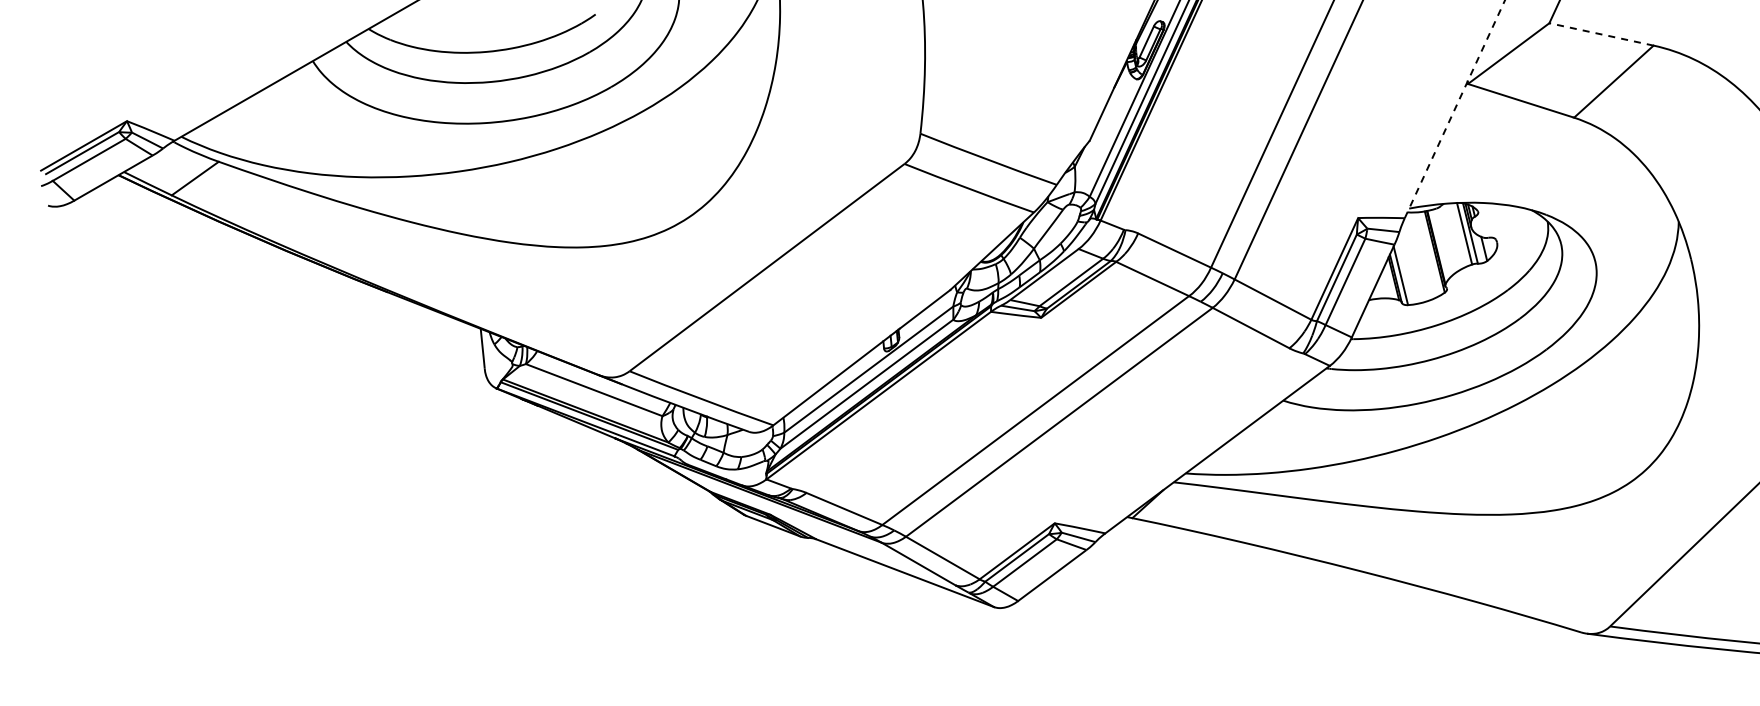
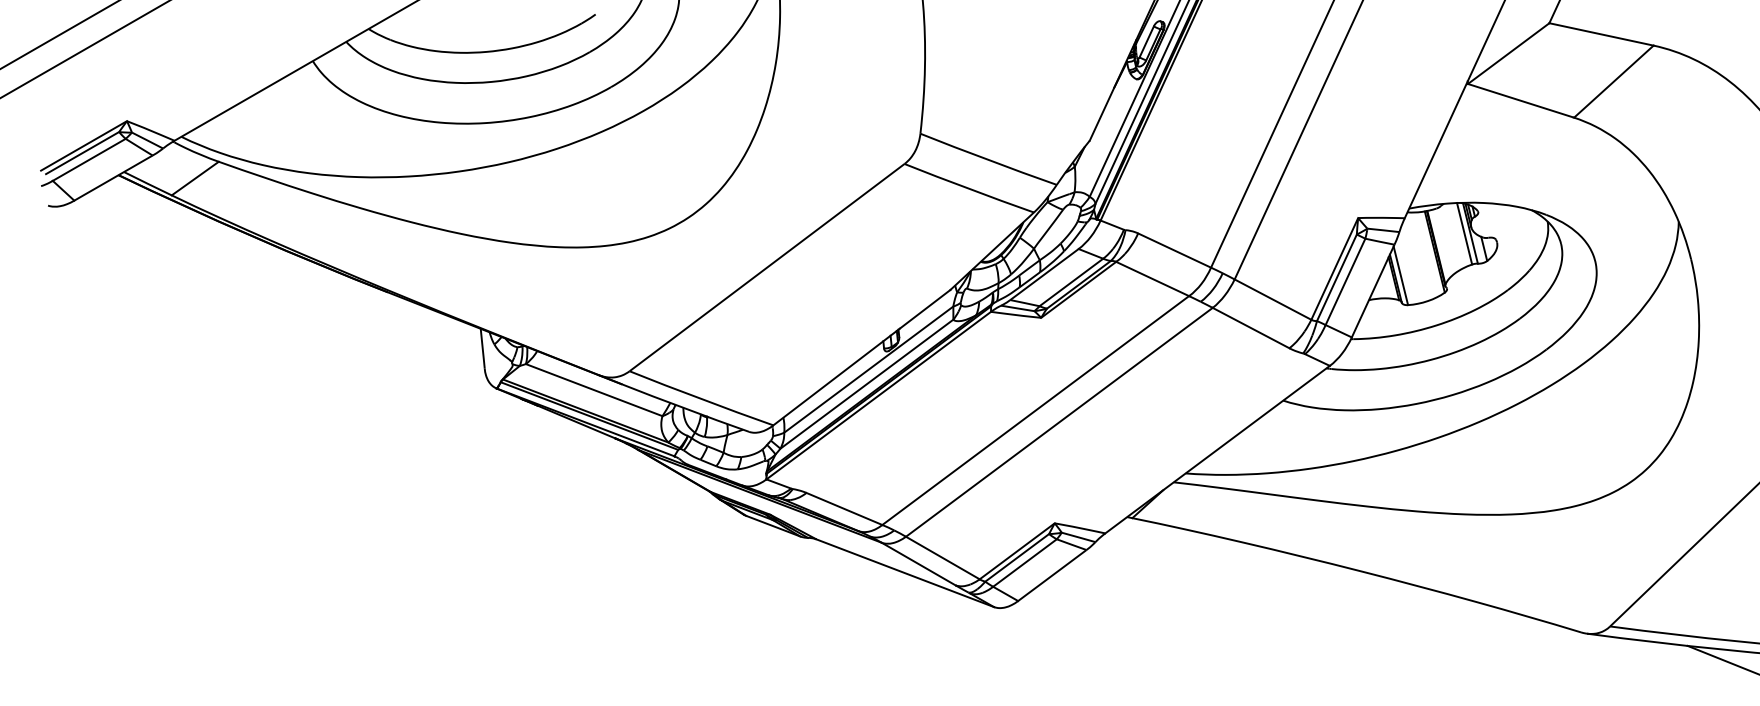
line at (59, 34): none -> present
line at (1601, 34): dashed -> solid
line at (84, 49): none -> present
line at (1454, 109): dashed -> solid
line at (1721, 659): none -> present
